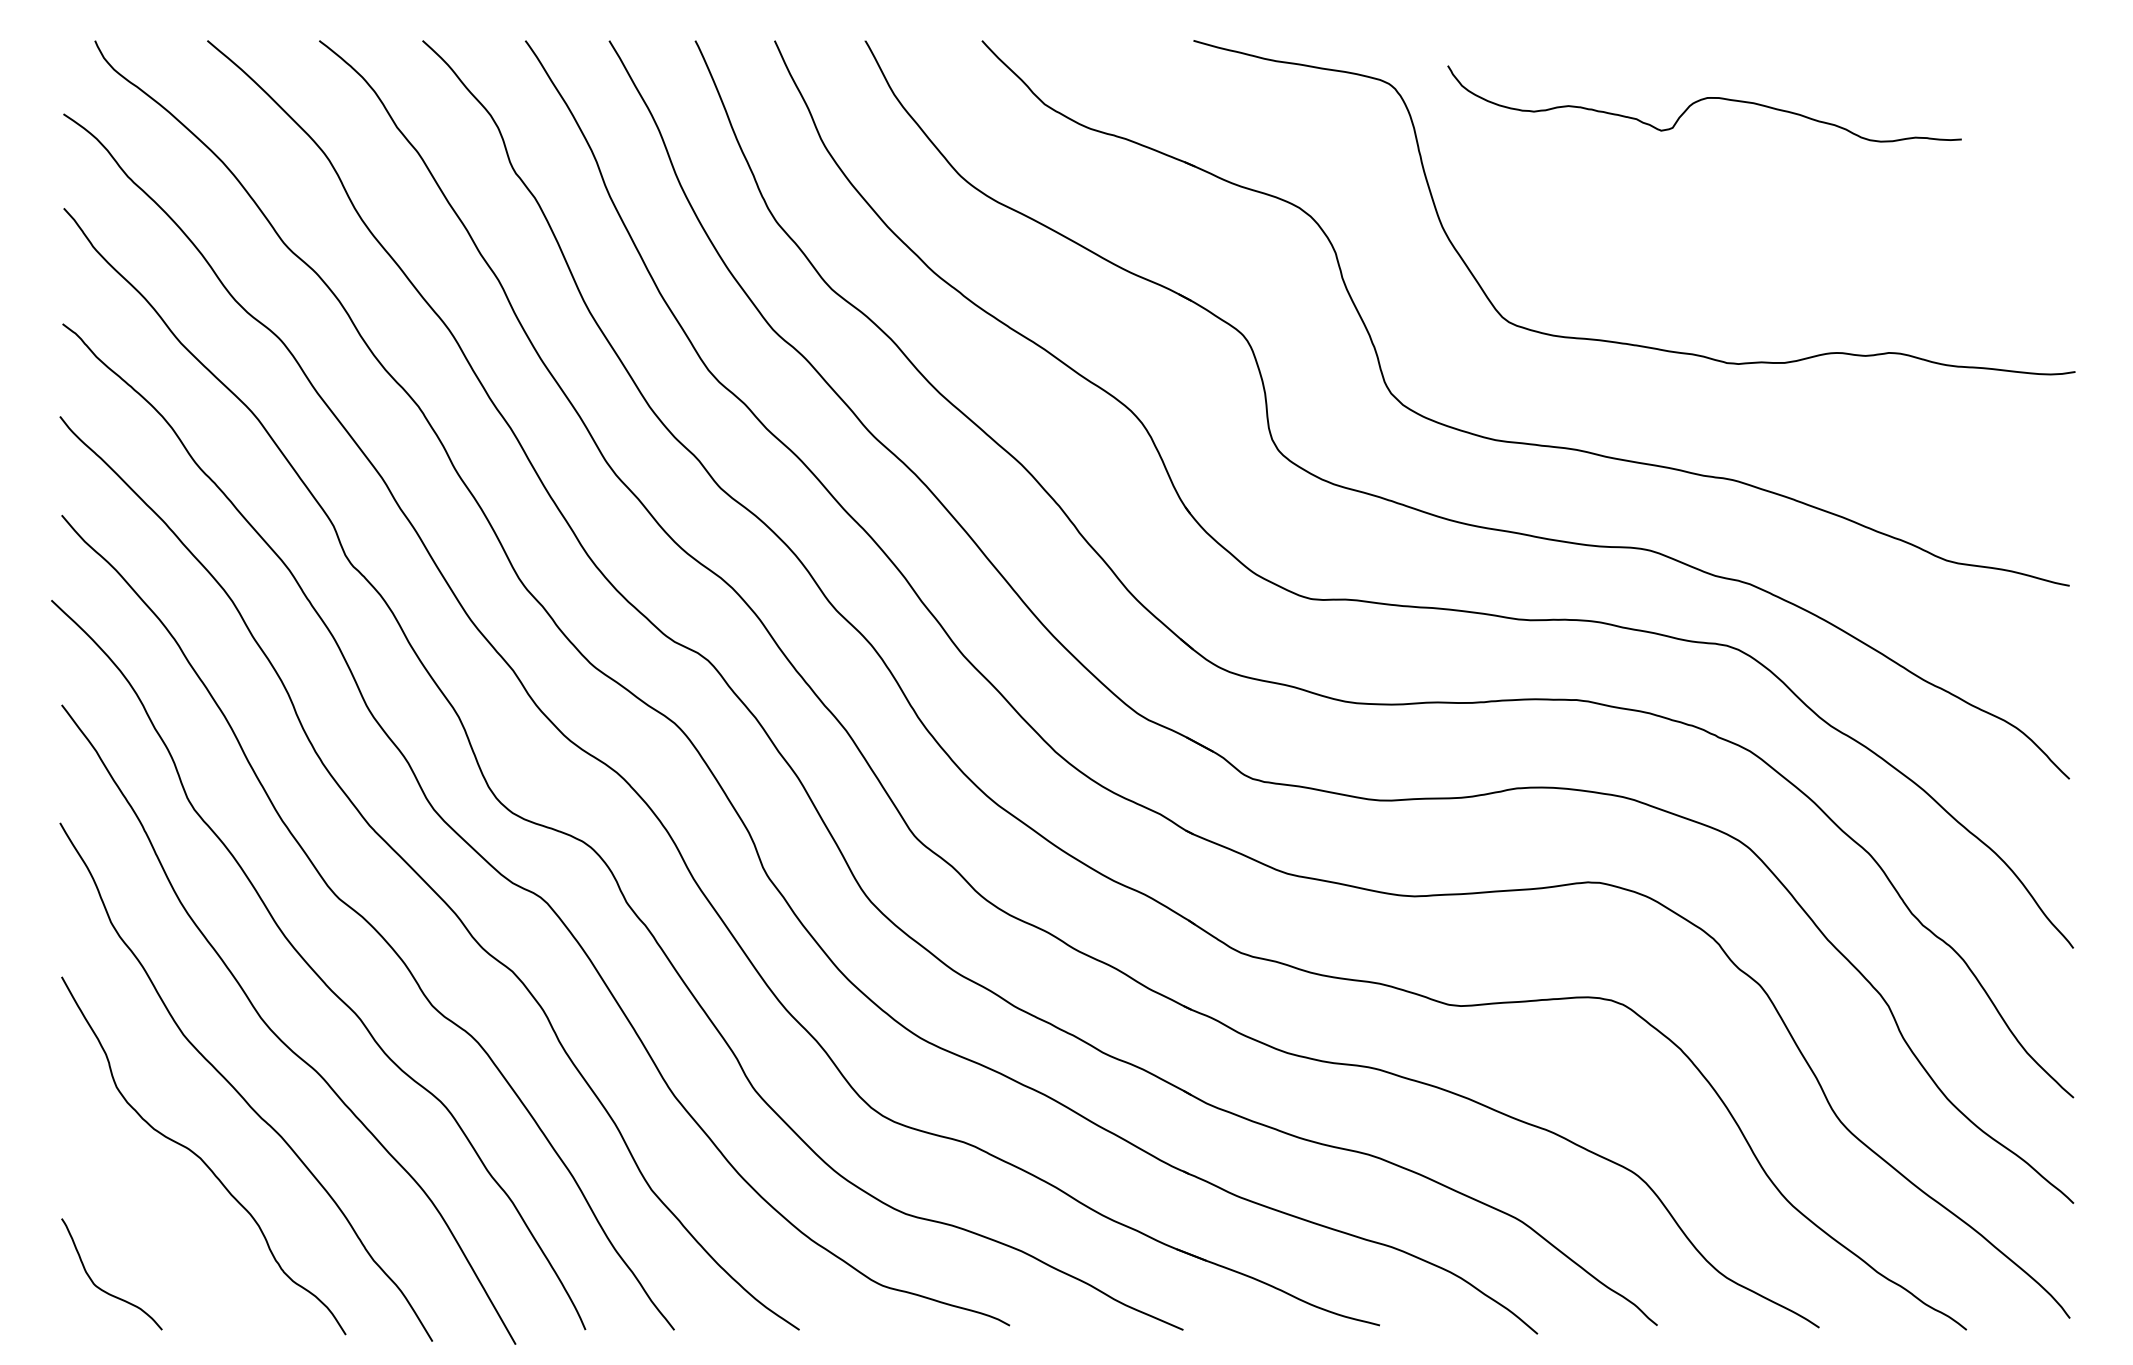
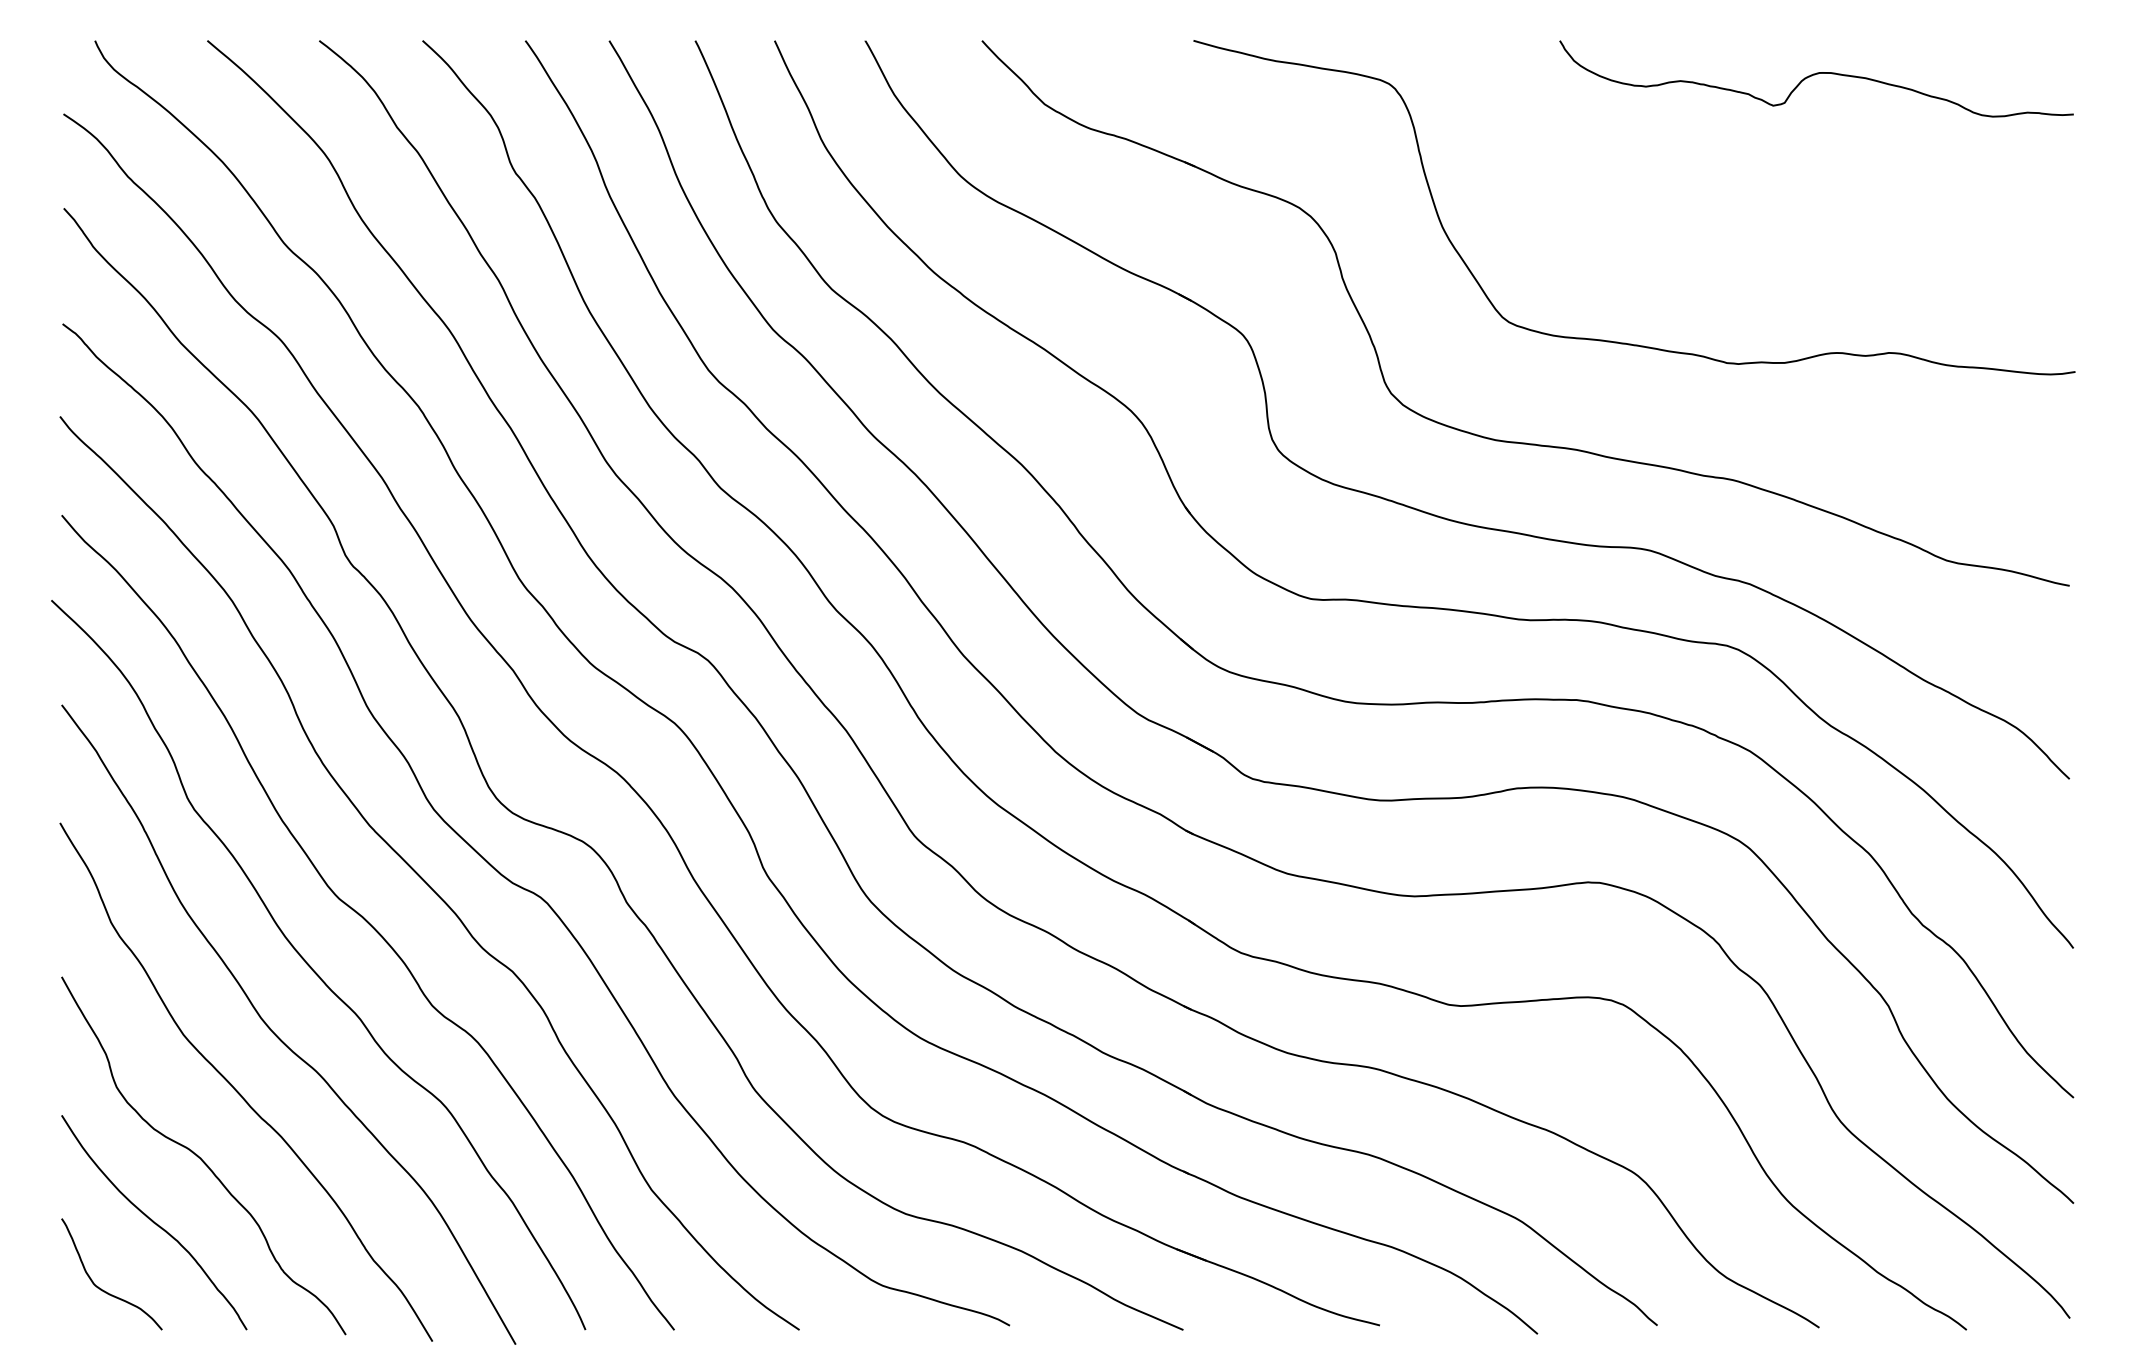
curve at (1702, 100) position: (1702, 100) -> (1814, 75)
curve at (154, 1222): none -> present
